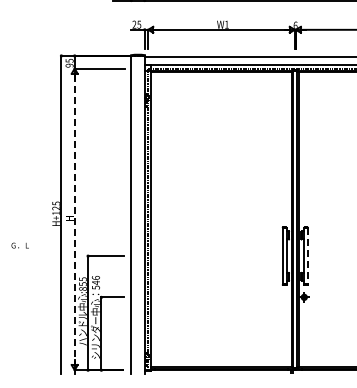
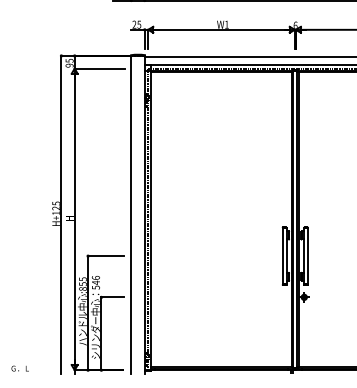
line at (74, 219): dashed -> solid
text at (19, 245) position: (19, 245) -> (19, 368)
line at (308, 256): dashed -> solid
